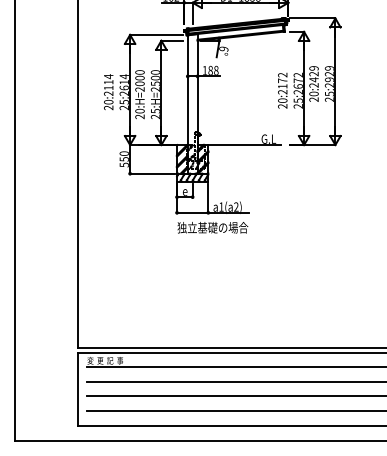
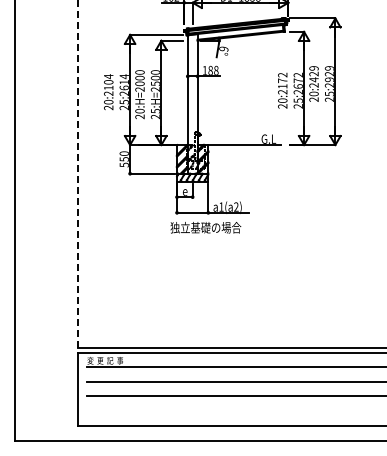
text at (108, 82): 20:2114 -> 20:2104
line at (77, 174): solid -> dashed
text at (212, 227) position: (212, 227) -> (205, 227)
line at (234, 410): present -> none
